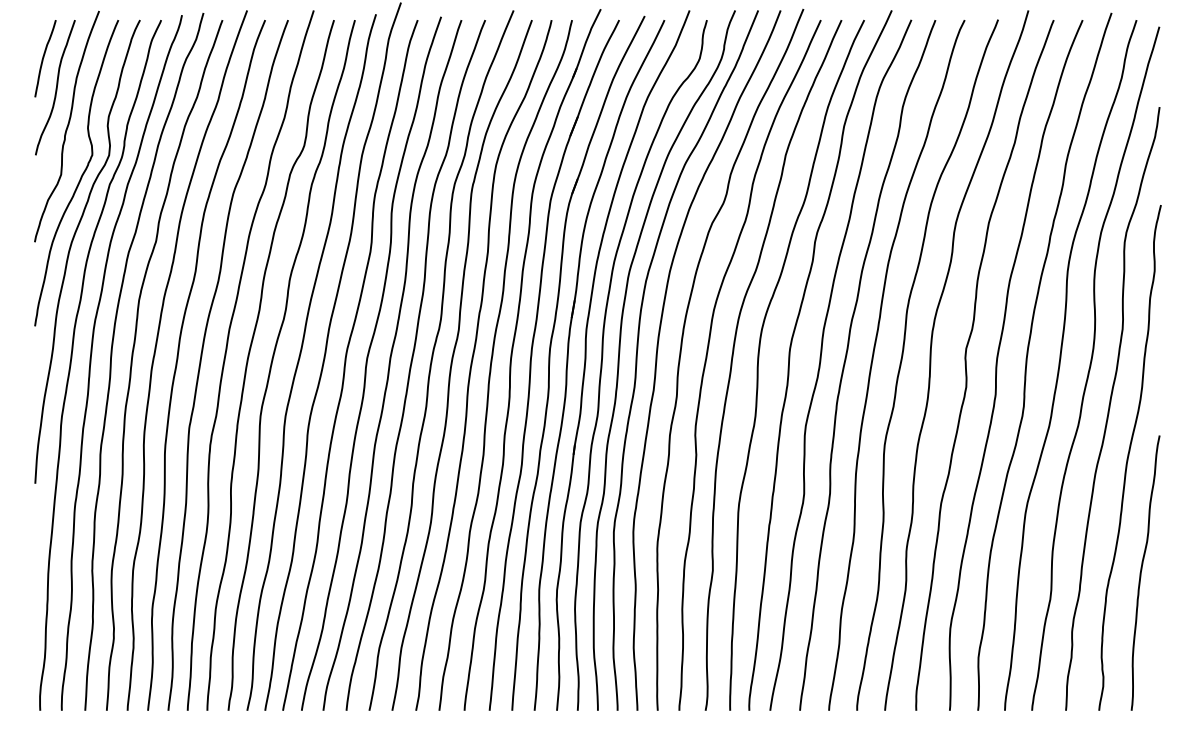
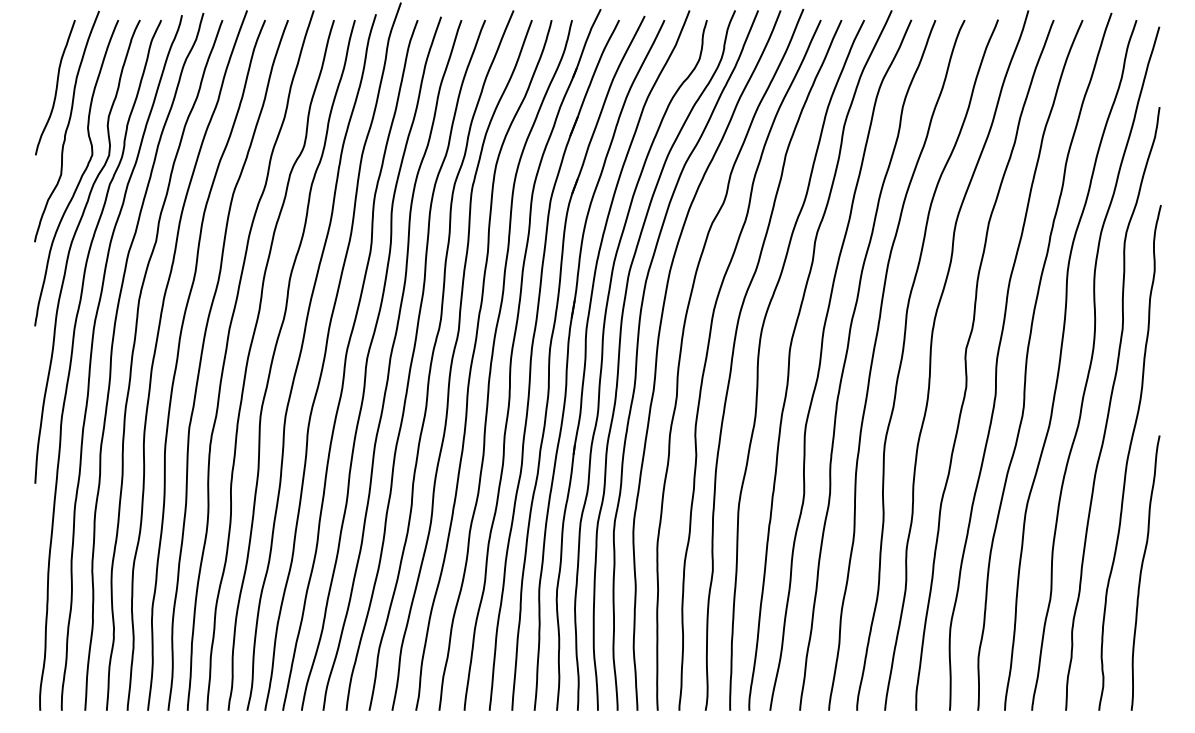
curve at (44, 57): present -> none
